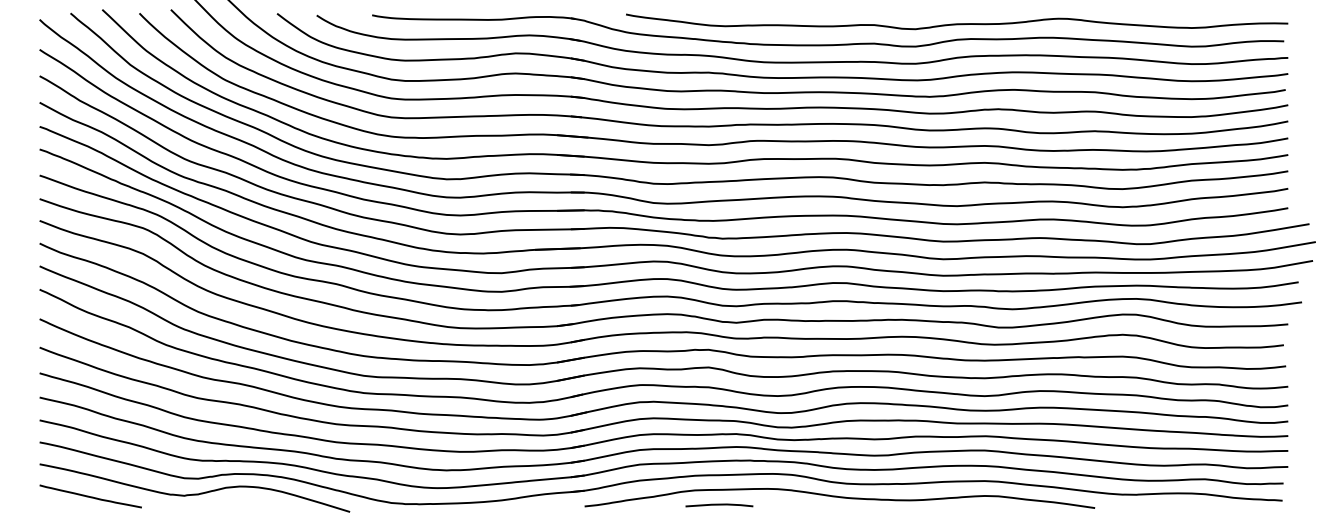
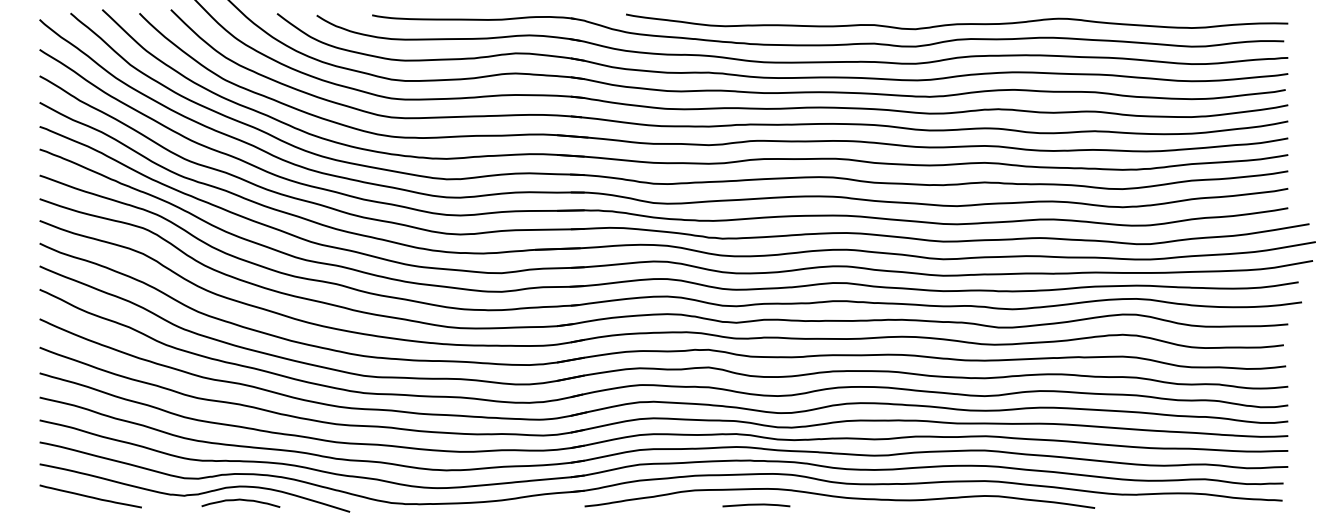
curve at (240, 500): none -> present
line at (719, 505) position: (719, 505) -> (756, 505)
